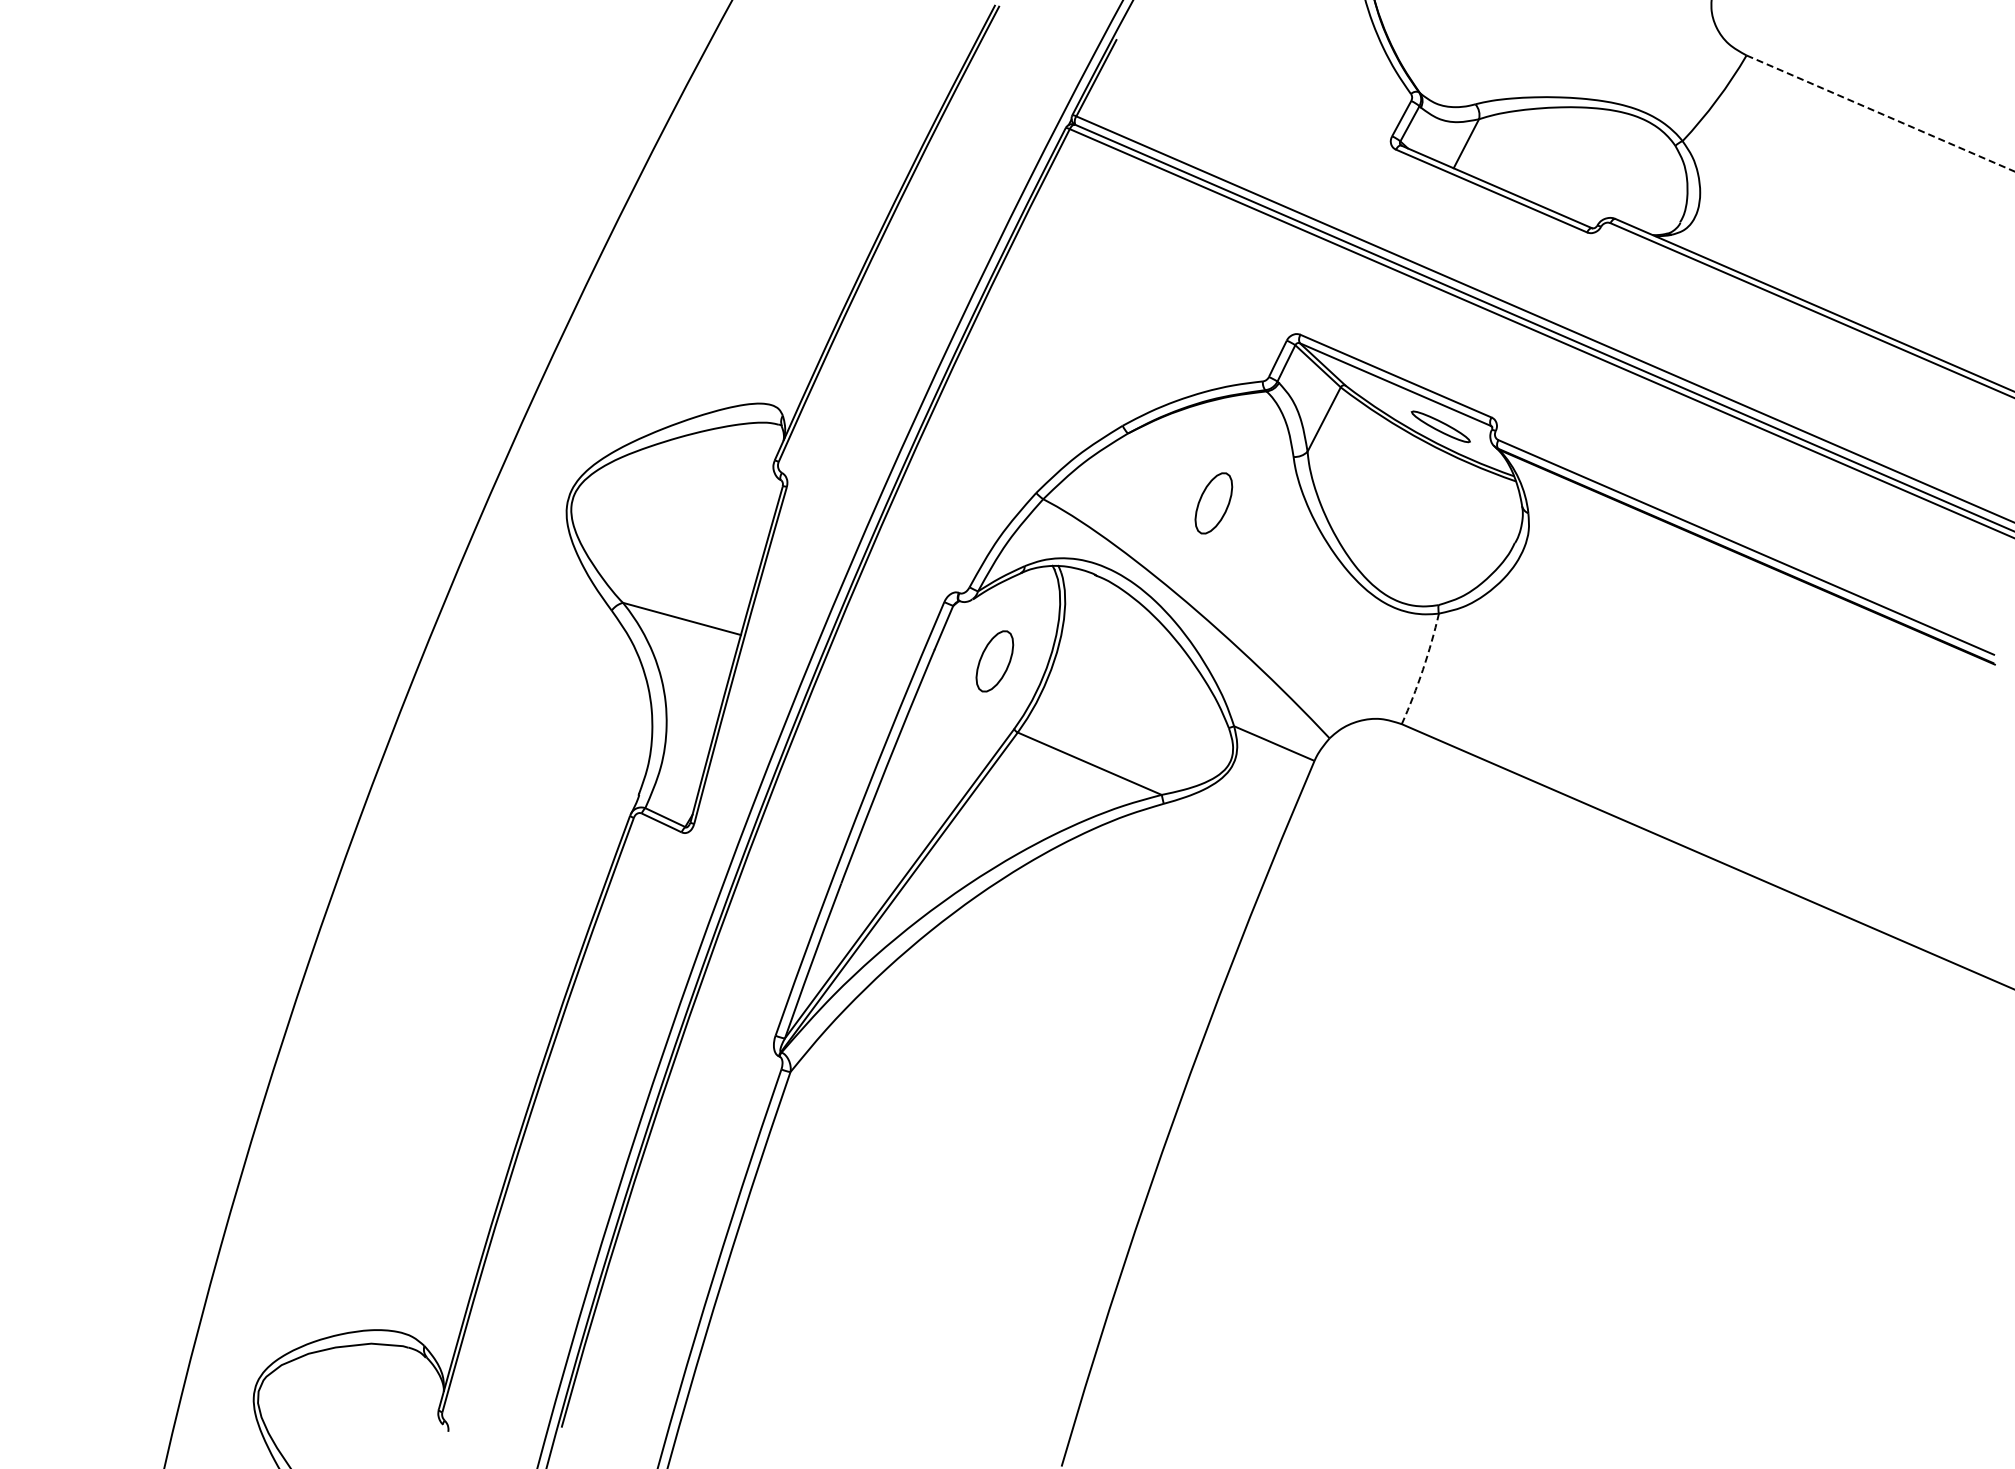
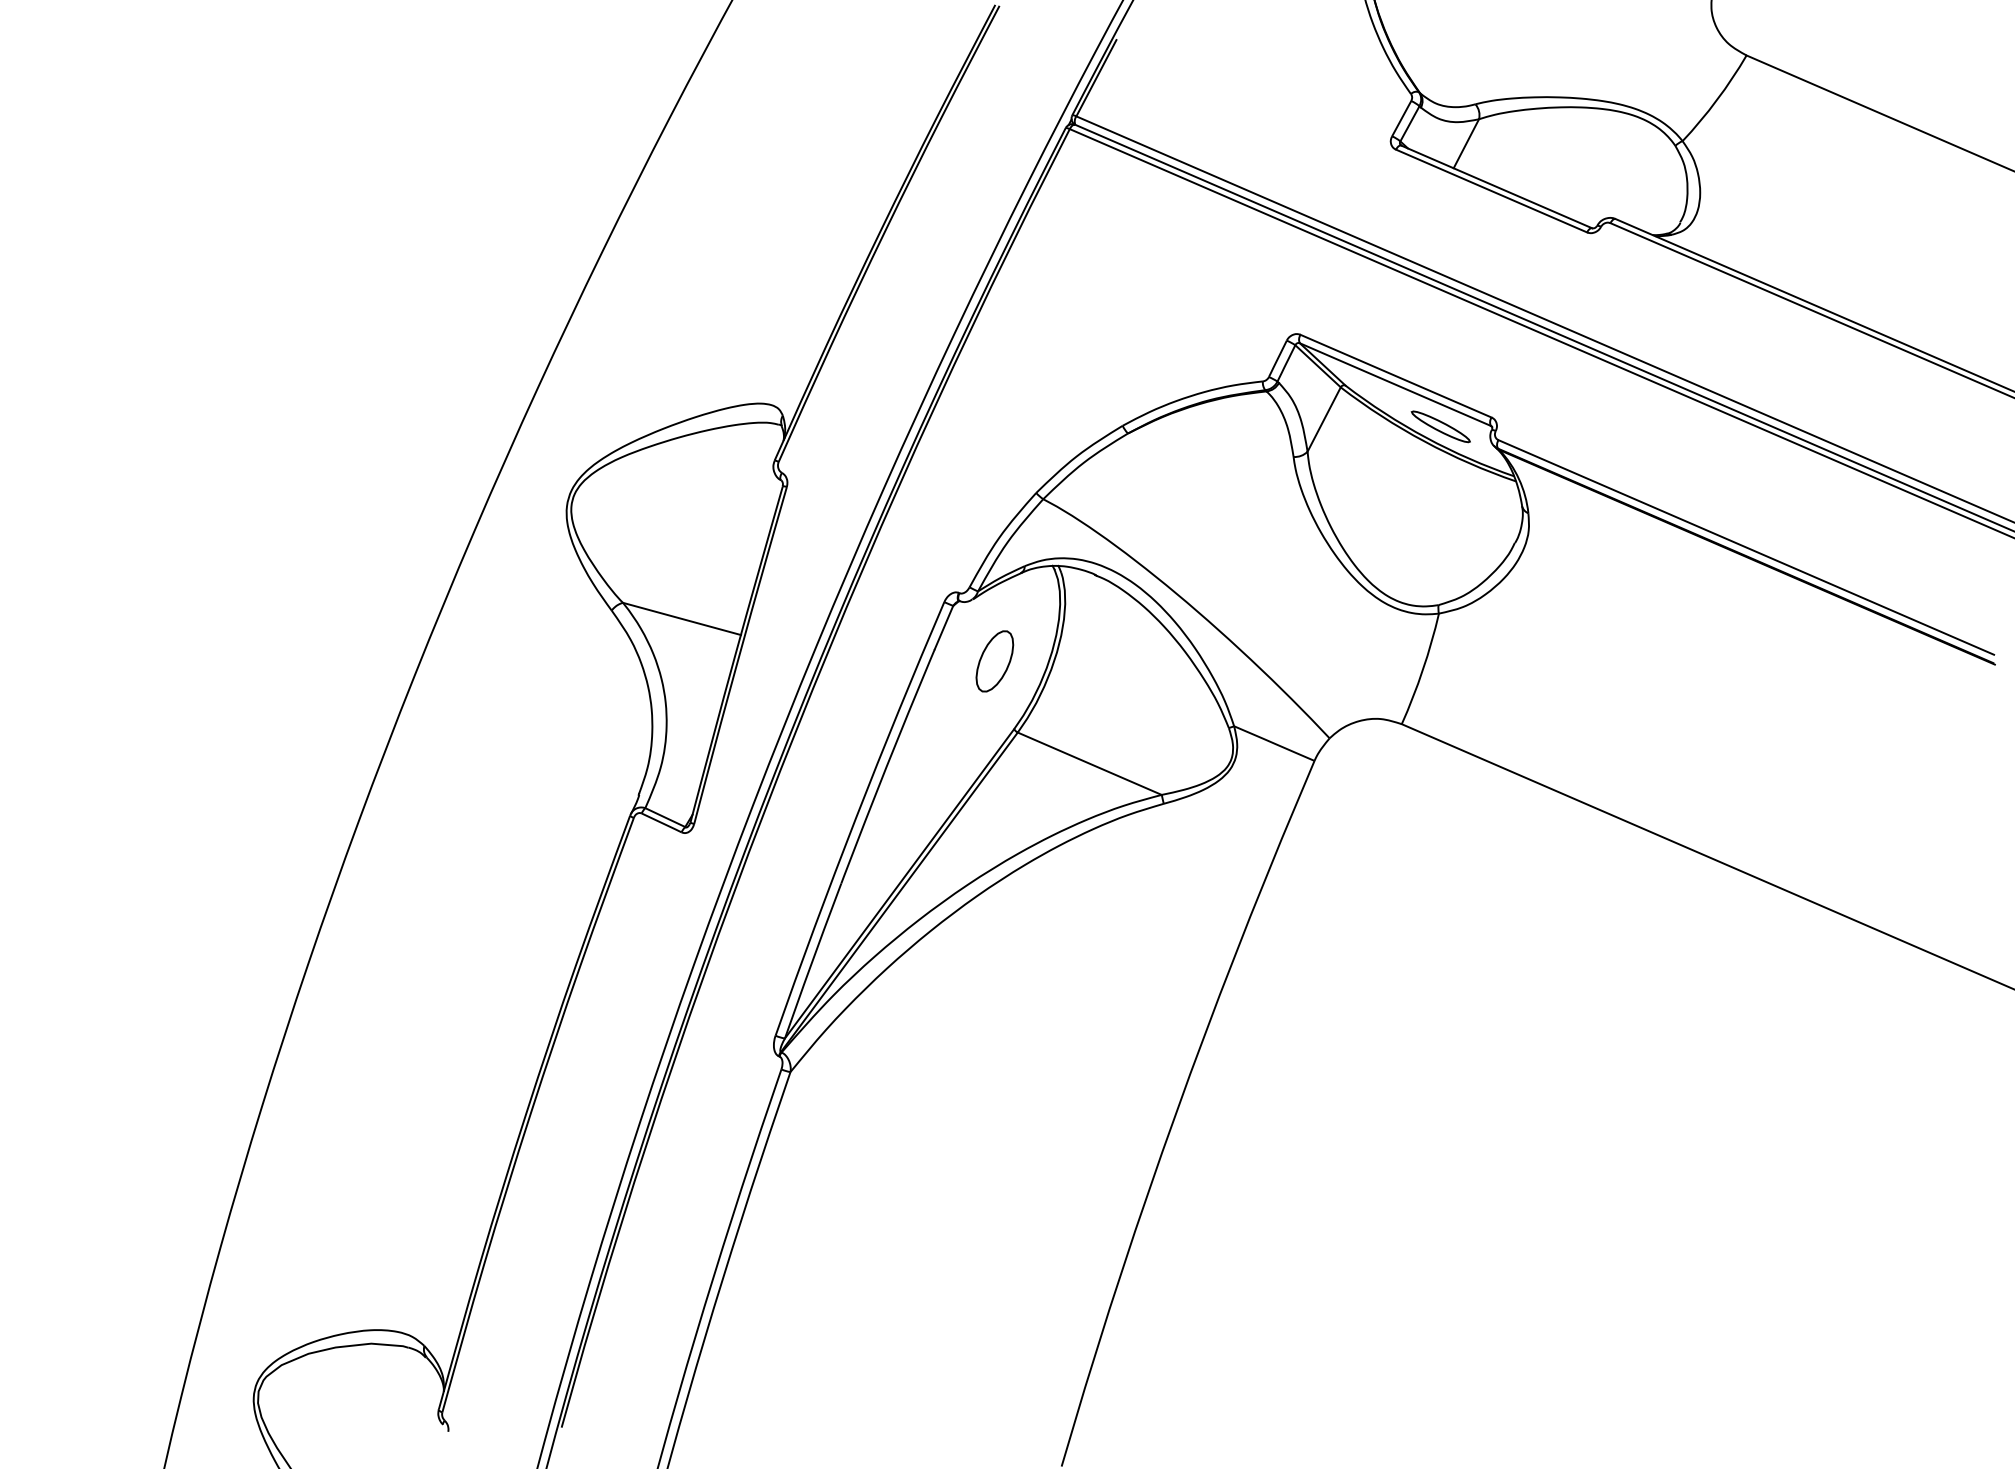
line at (1880, 113): dashed -> solid
part at (1213, 503): present -> none
arc at (1422, 669): dashed -> solid
